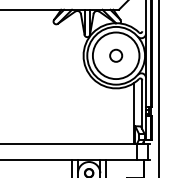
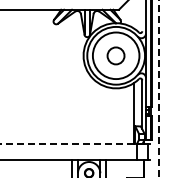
circle at (116, 55) size: 15x15 px -> 20x20 px
line at (159, 89): solid -> dashed
line at (69, 143): solid -> dashed
